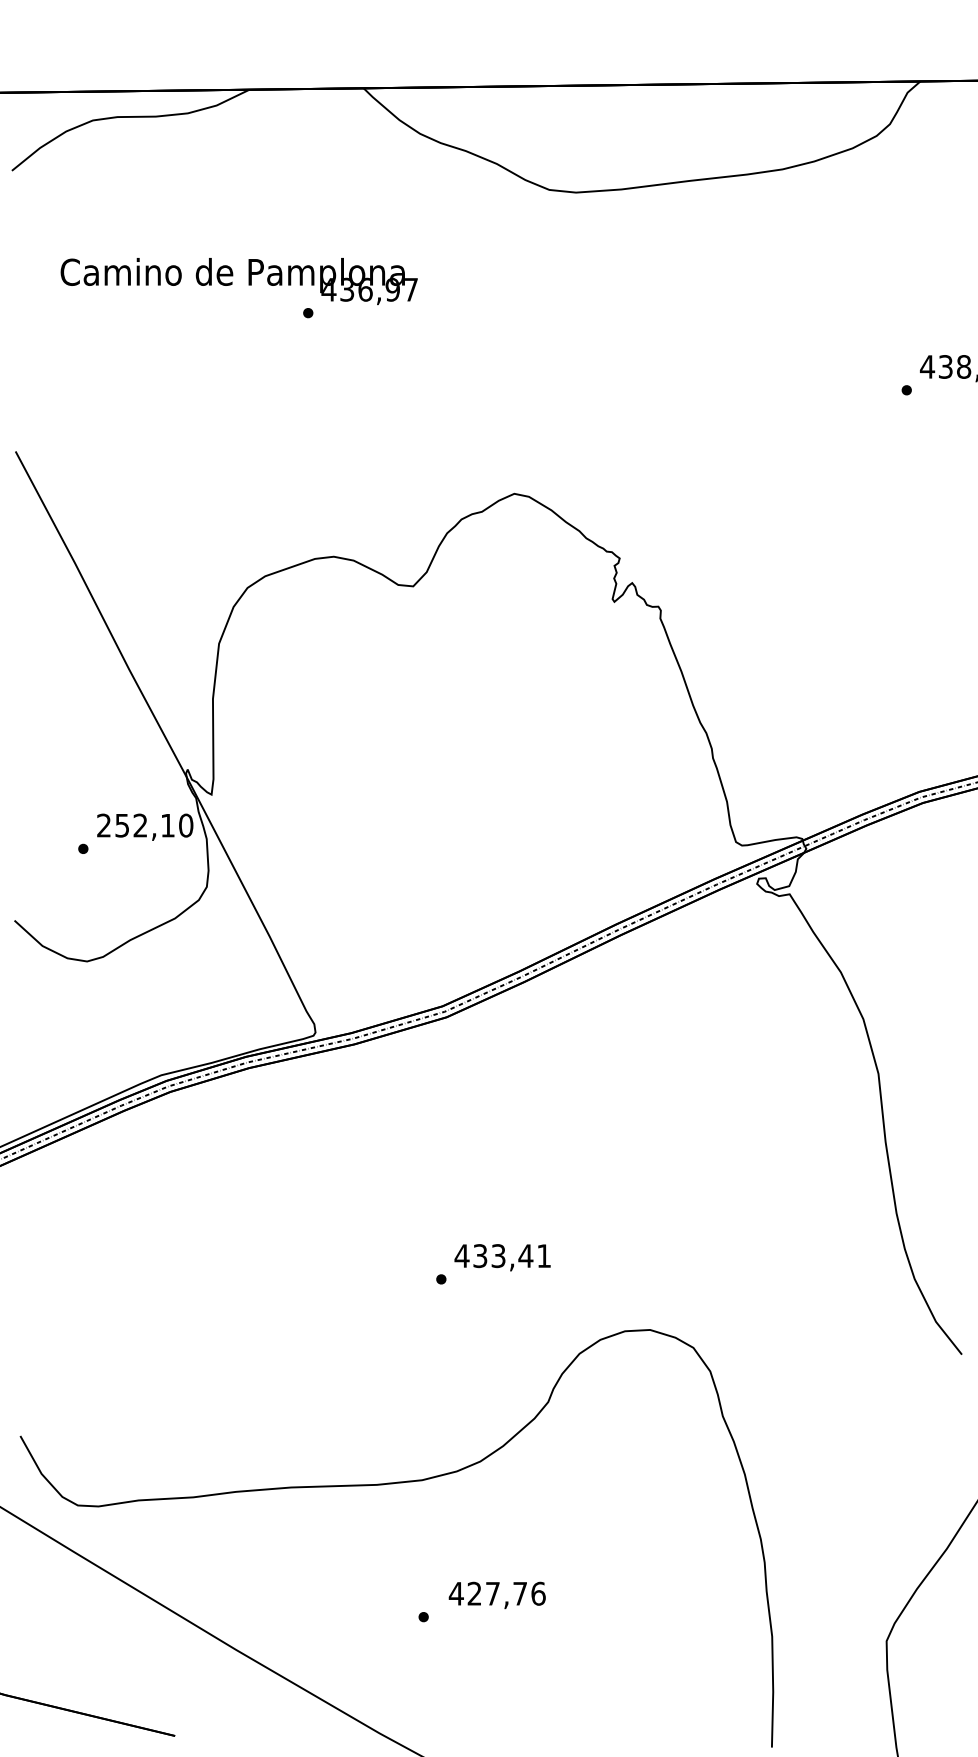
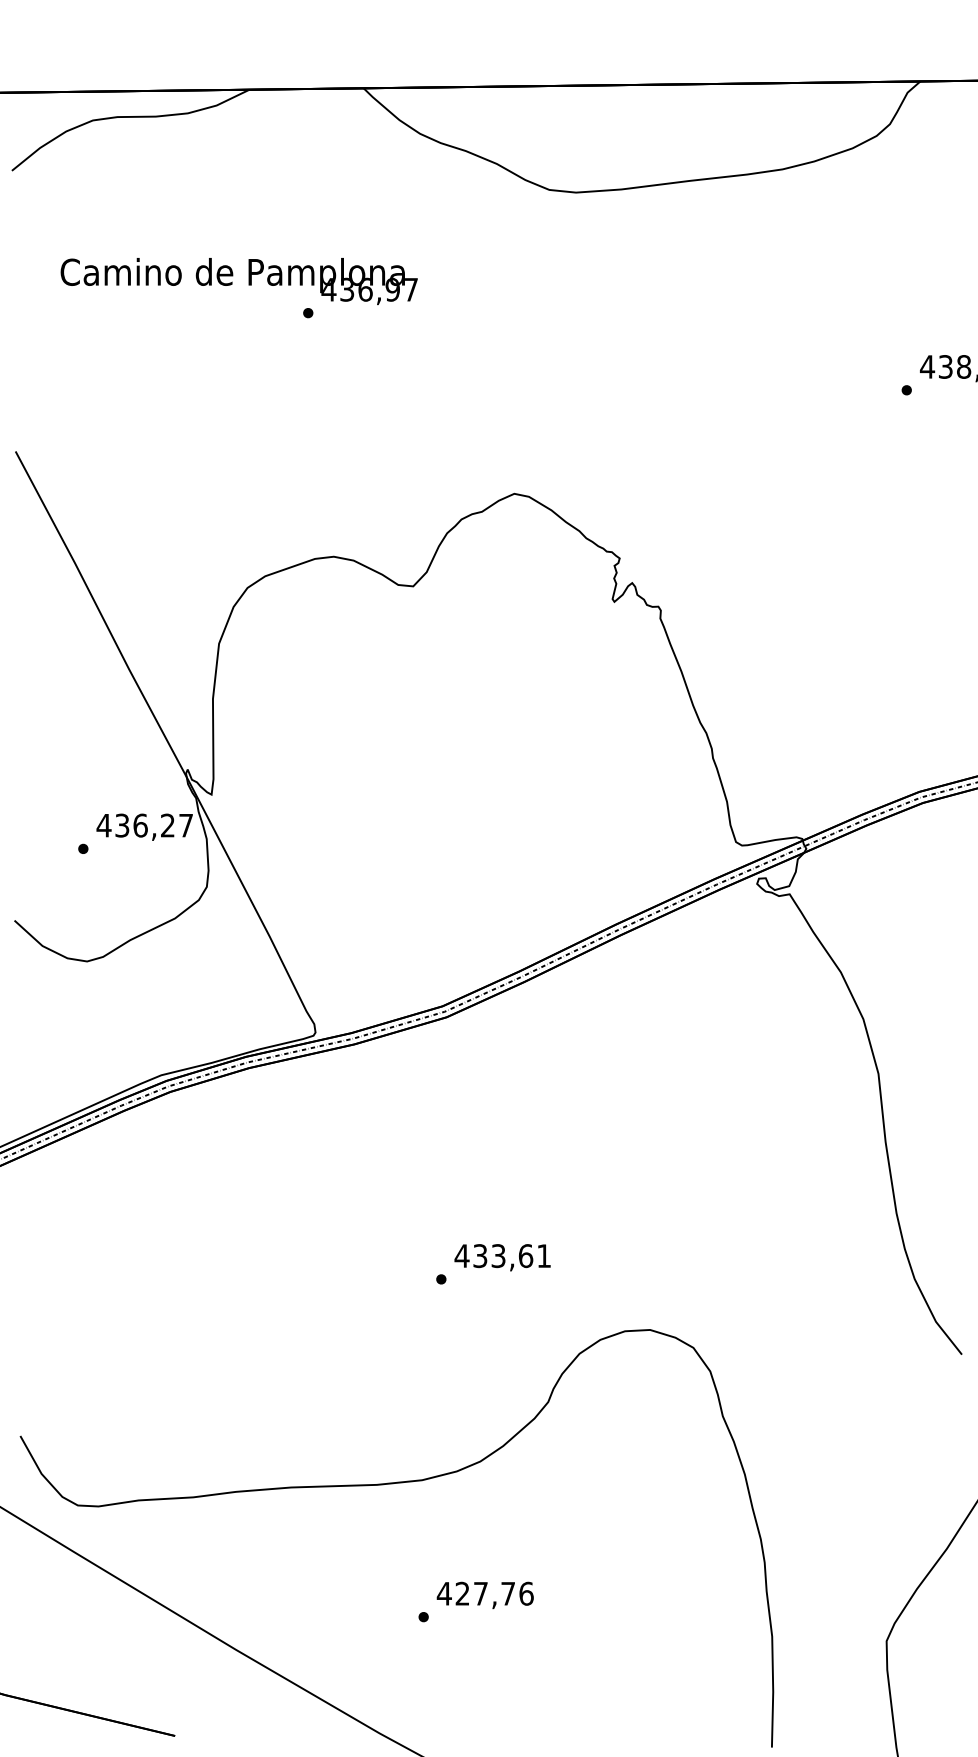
text at (144, 825): 252,10 -> 436,27
text at (525, 1256): 433,41 -> 433,61
text at (496, 1595) position: (496, 1595) -> (484, 1595)
